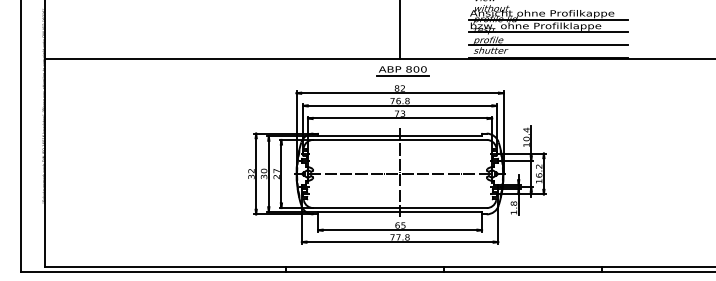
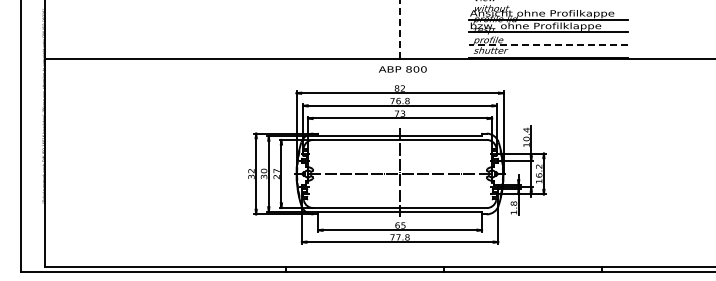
line at (400, 29): solid -> dashed
line at (548, 44): solid -> dashed
line at (402, 75): present -> none
